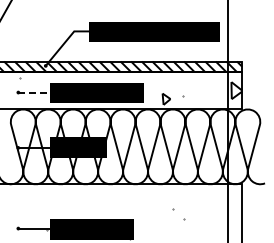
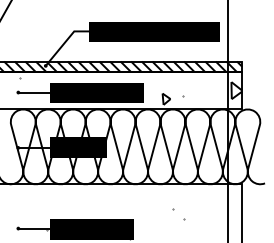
line at (34, 92): dashed -> solid
